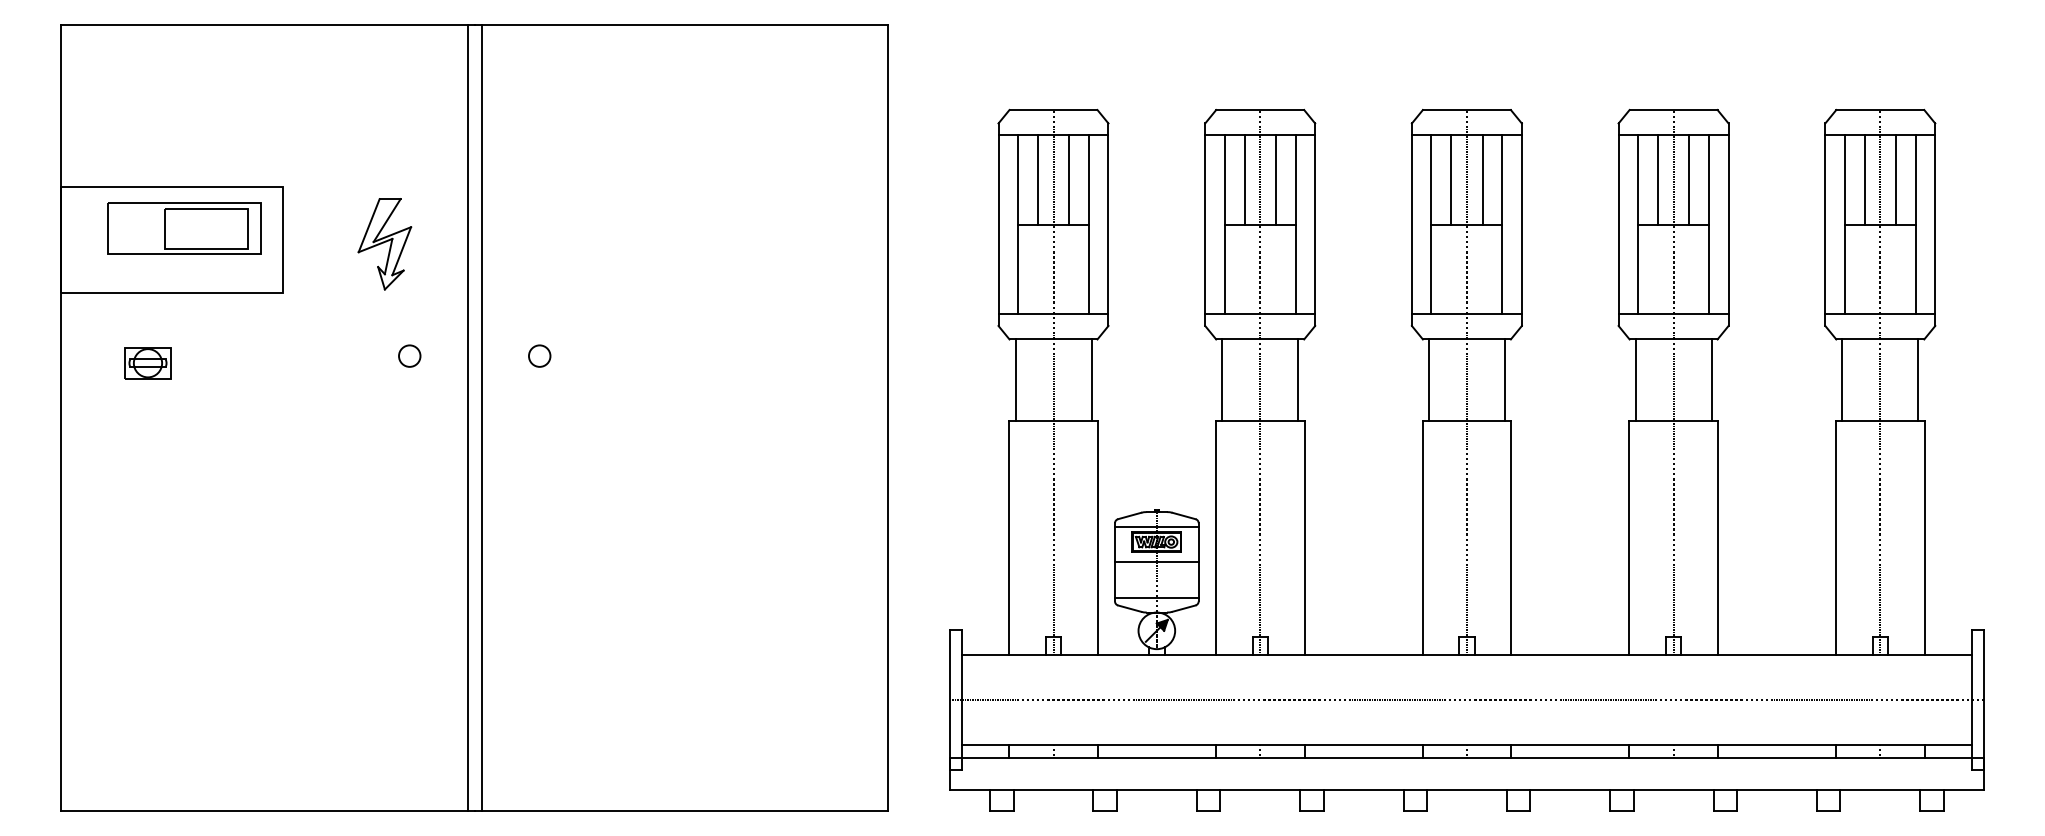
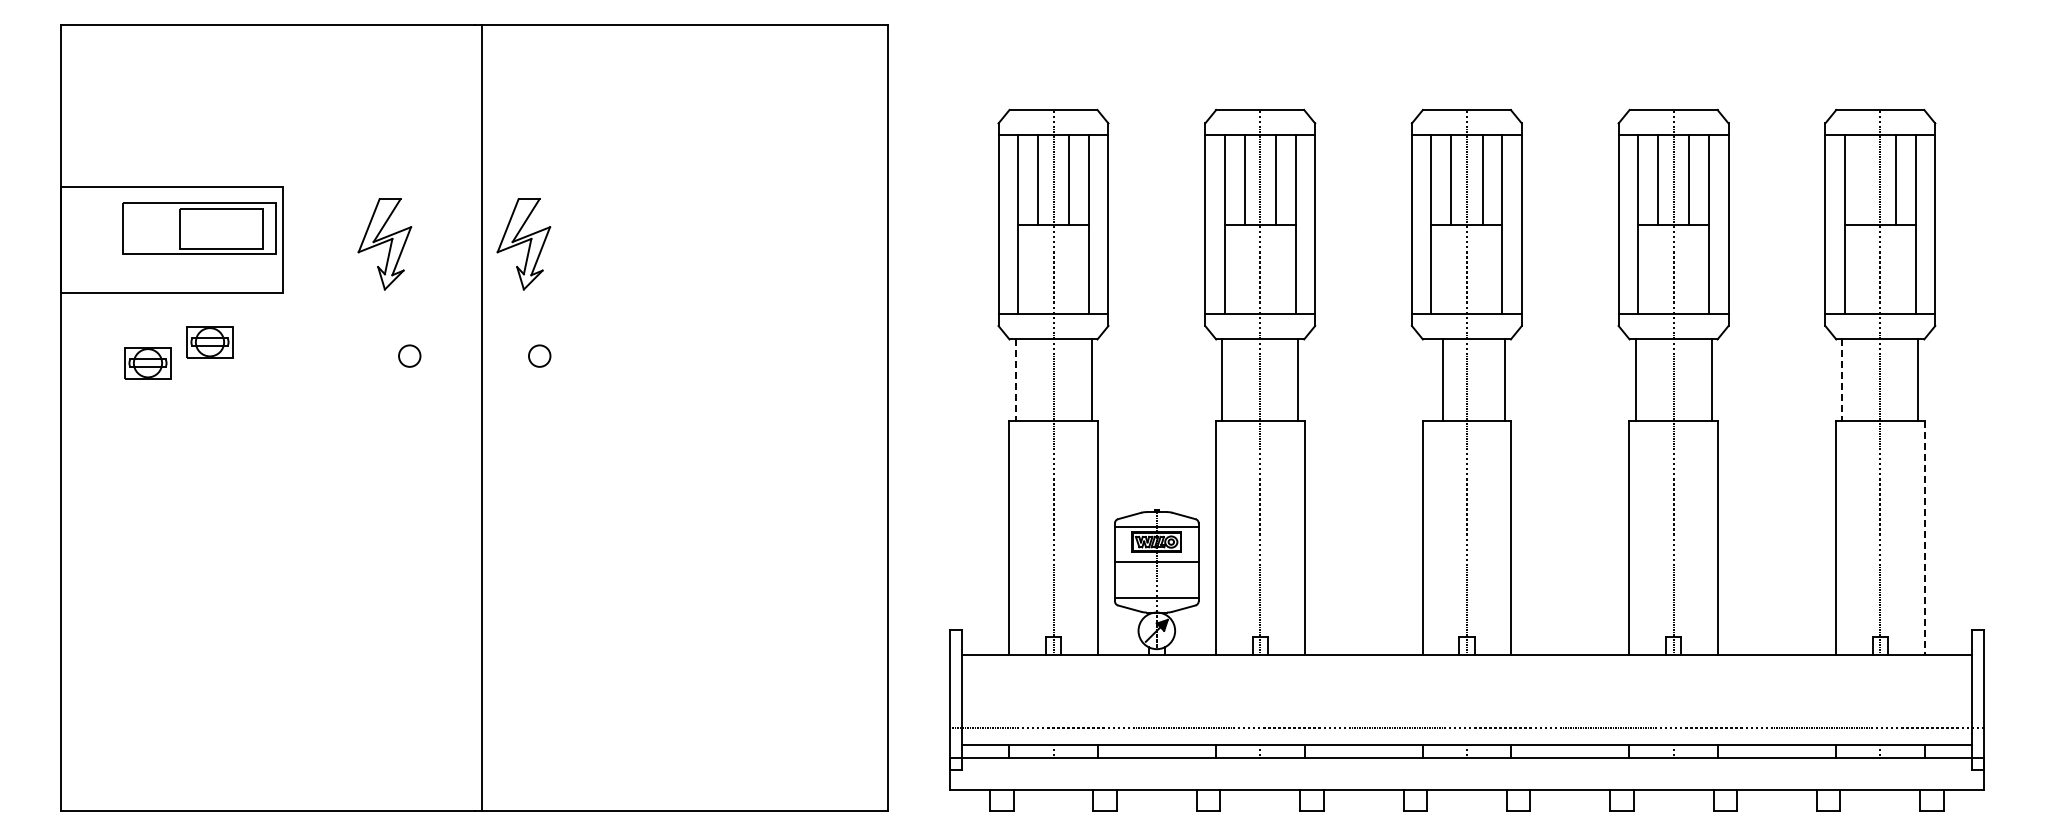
line at (1864, 179): present -> none
part at (184, 228) position: (184, 228) -> (199, 228)
part at (523, 244): none -> present
part at (209, 342): none -> present
line at (1015, 380): solid -> dashed
line at (1428, 380) position: (1428, 380) -> (1442, 380)
line at (1842, 380): solid -> dashed
line at (467, 417): present -> none
line at (1924, 538): solid -> dashed
line at (1466, 699) position: (1466, 699) -> (1466, 727)
